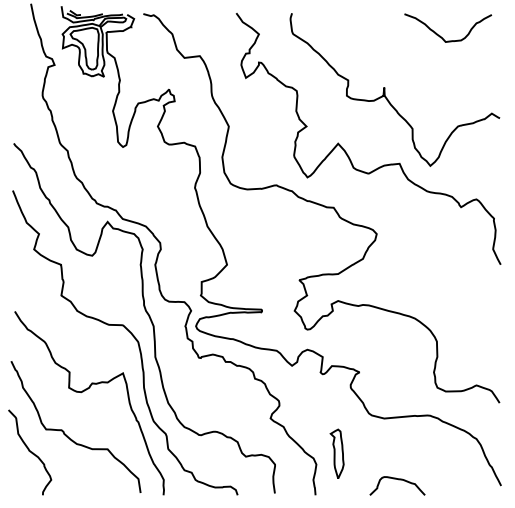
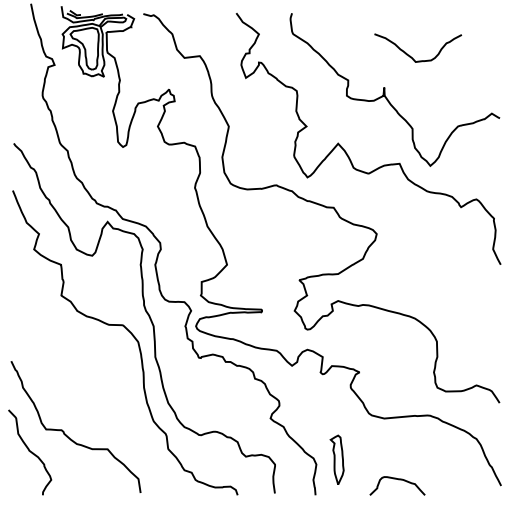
curve at (440, 35) position: (440, 35) -> (410, 55)
curve at (83, 392): present -> none
part at (336, 453) position: (336, 453) -> (336, 459)
